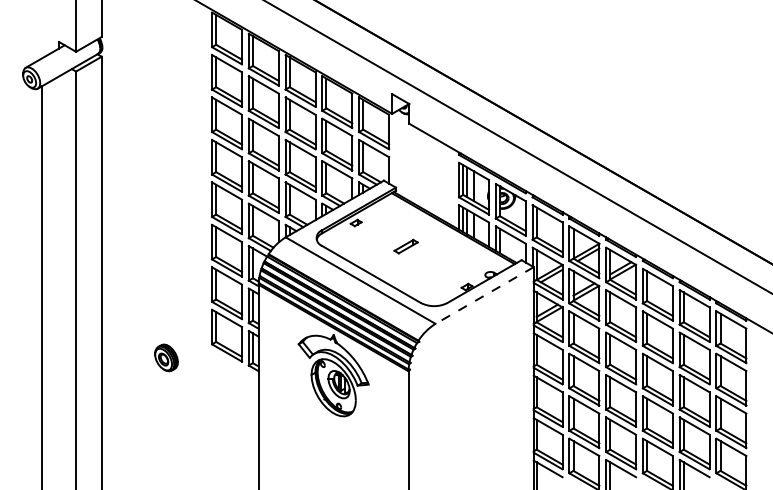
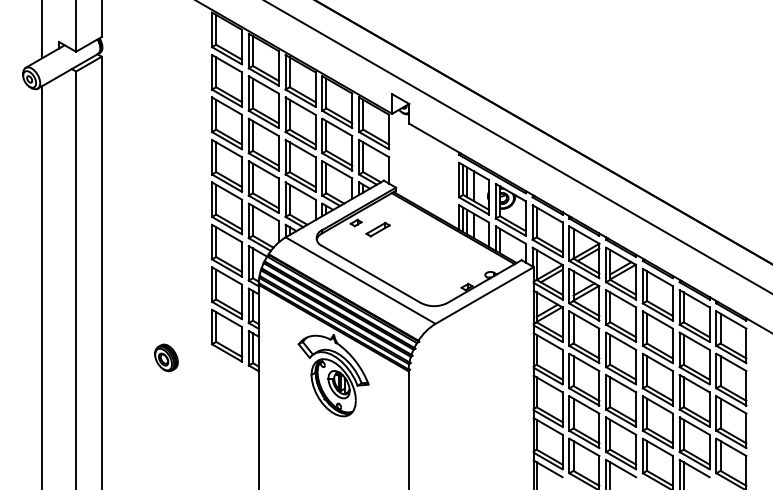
line at (41, 30): none -> present
part at (405, 246) position: (405, 246) -> (377, 229)
line at (484, 295): dashed -> solid
